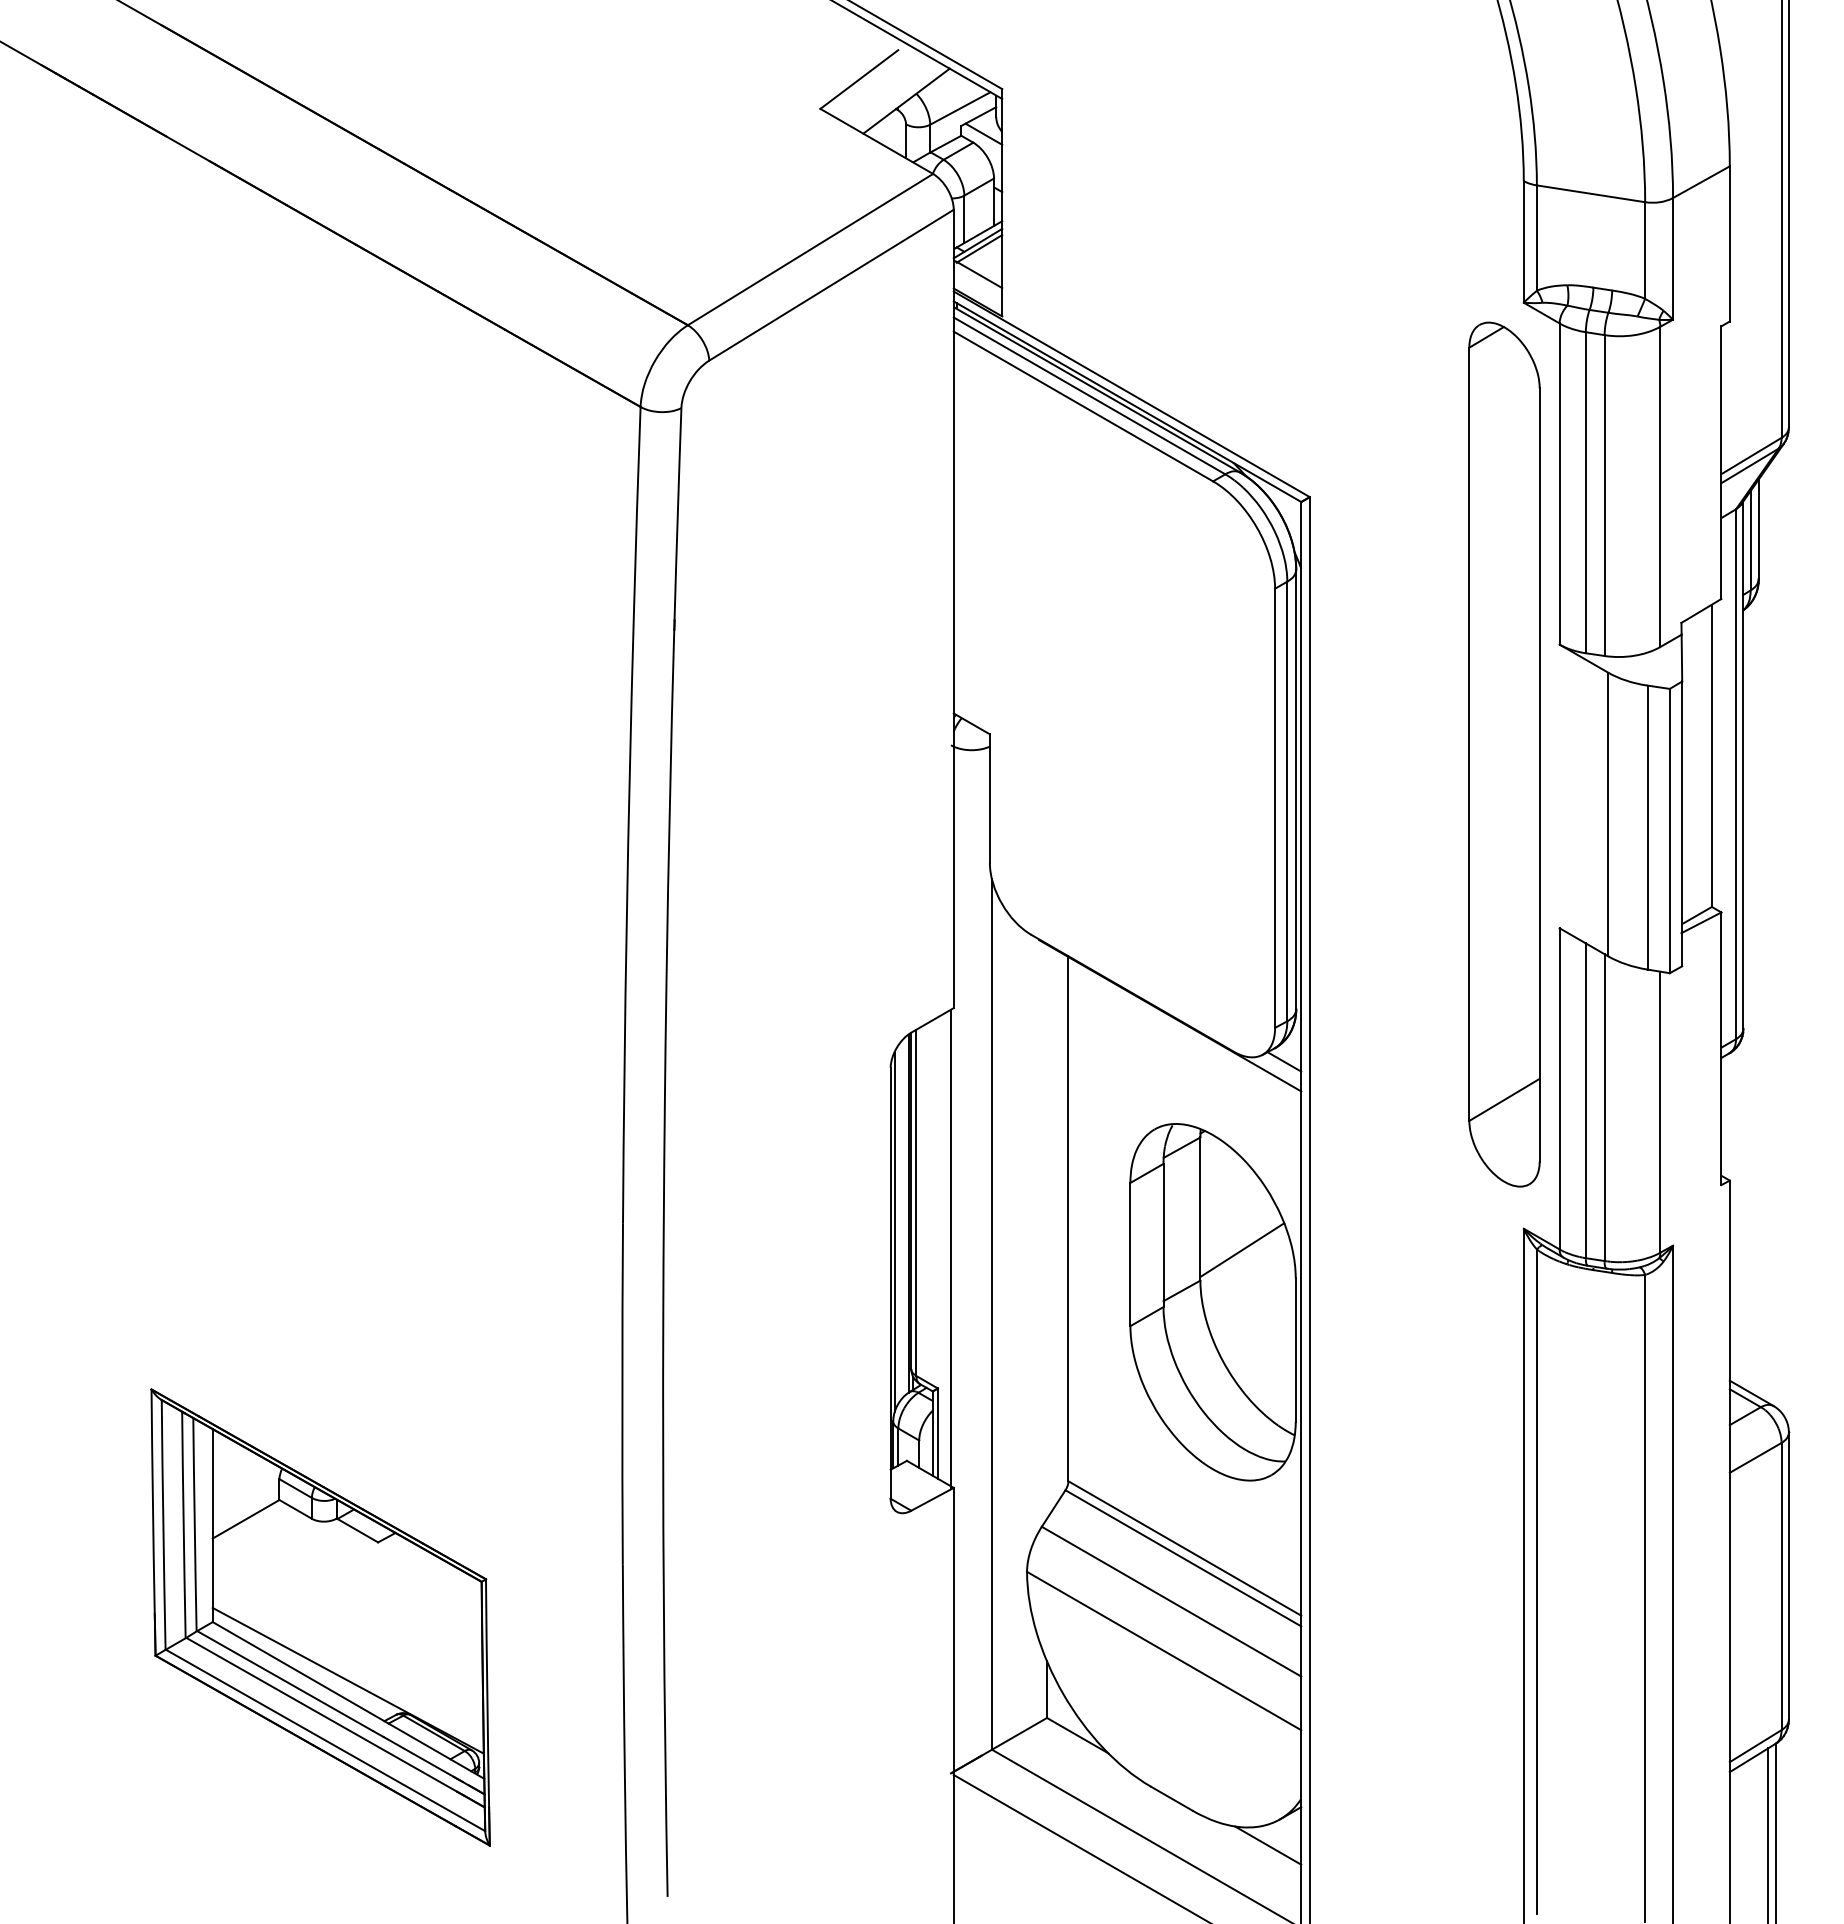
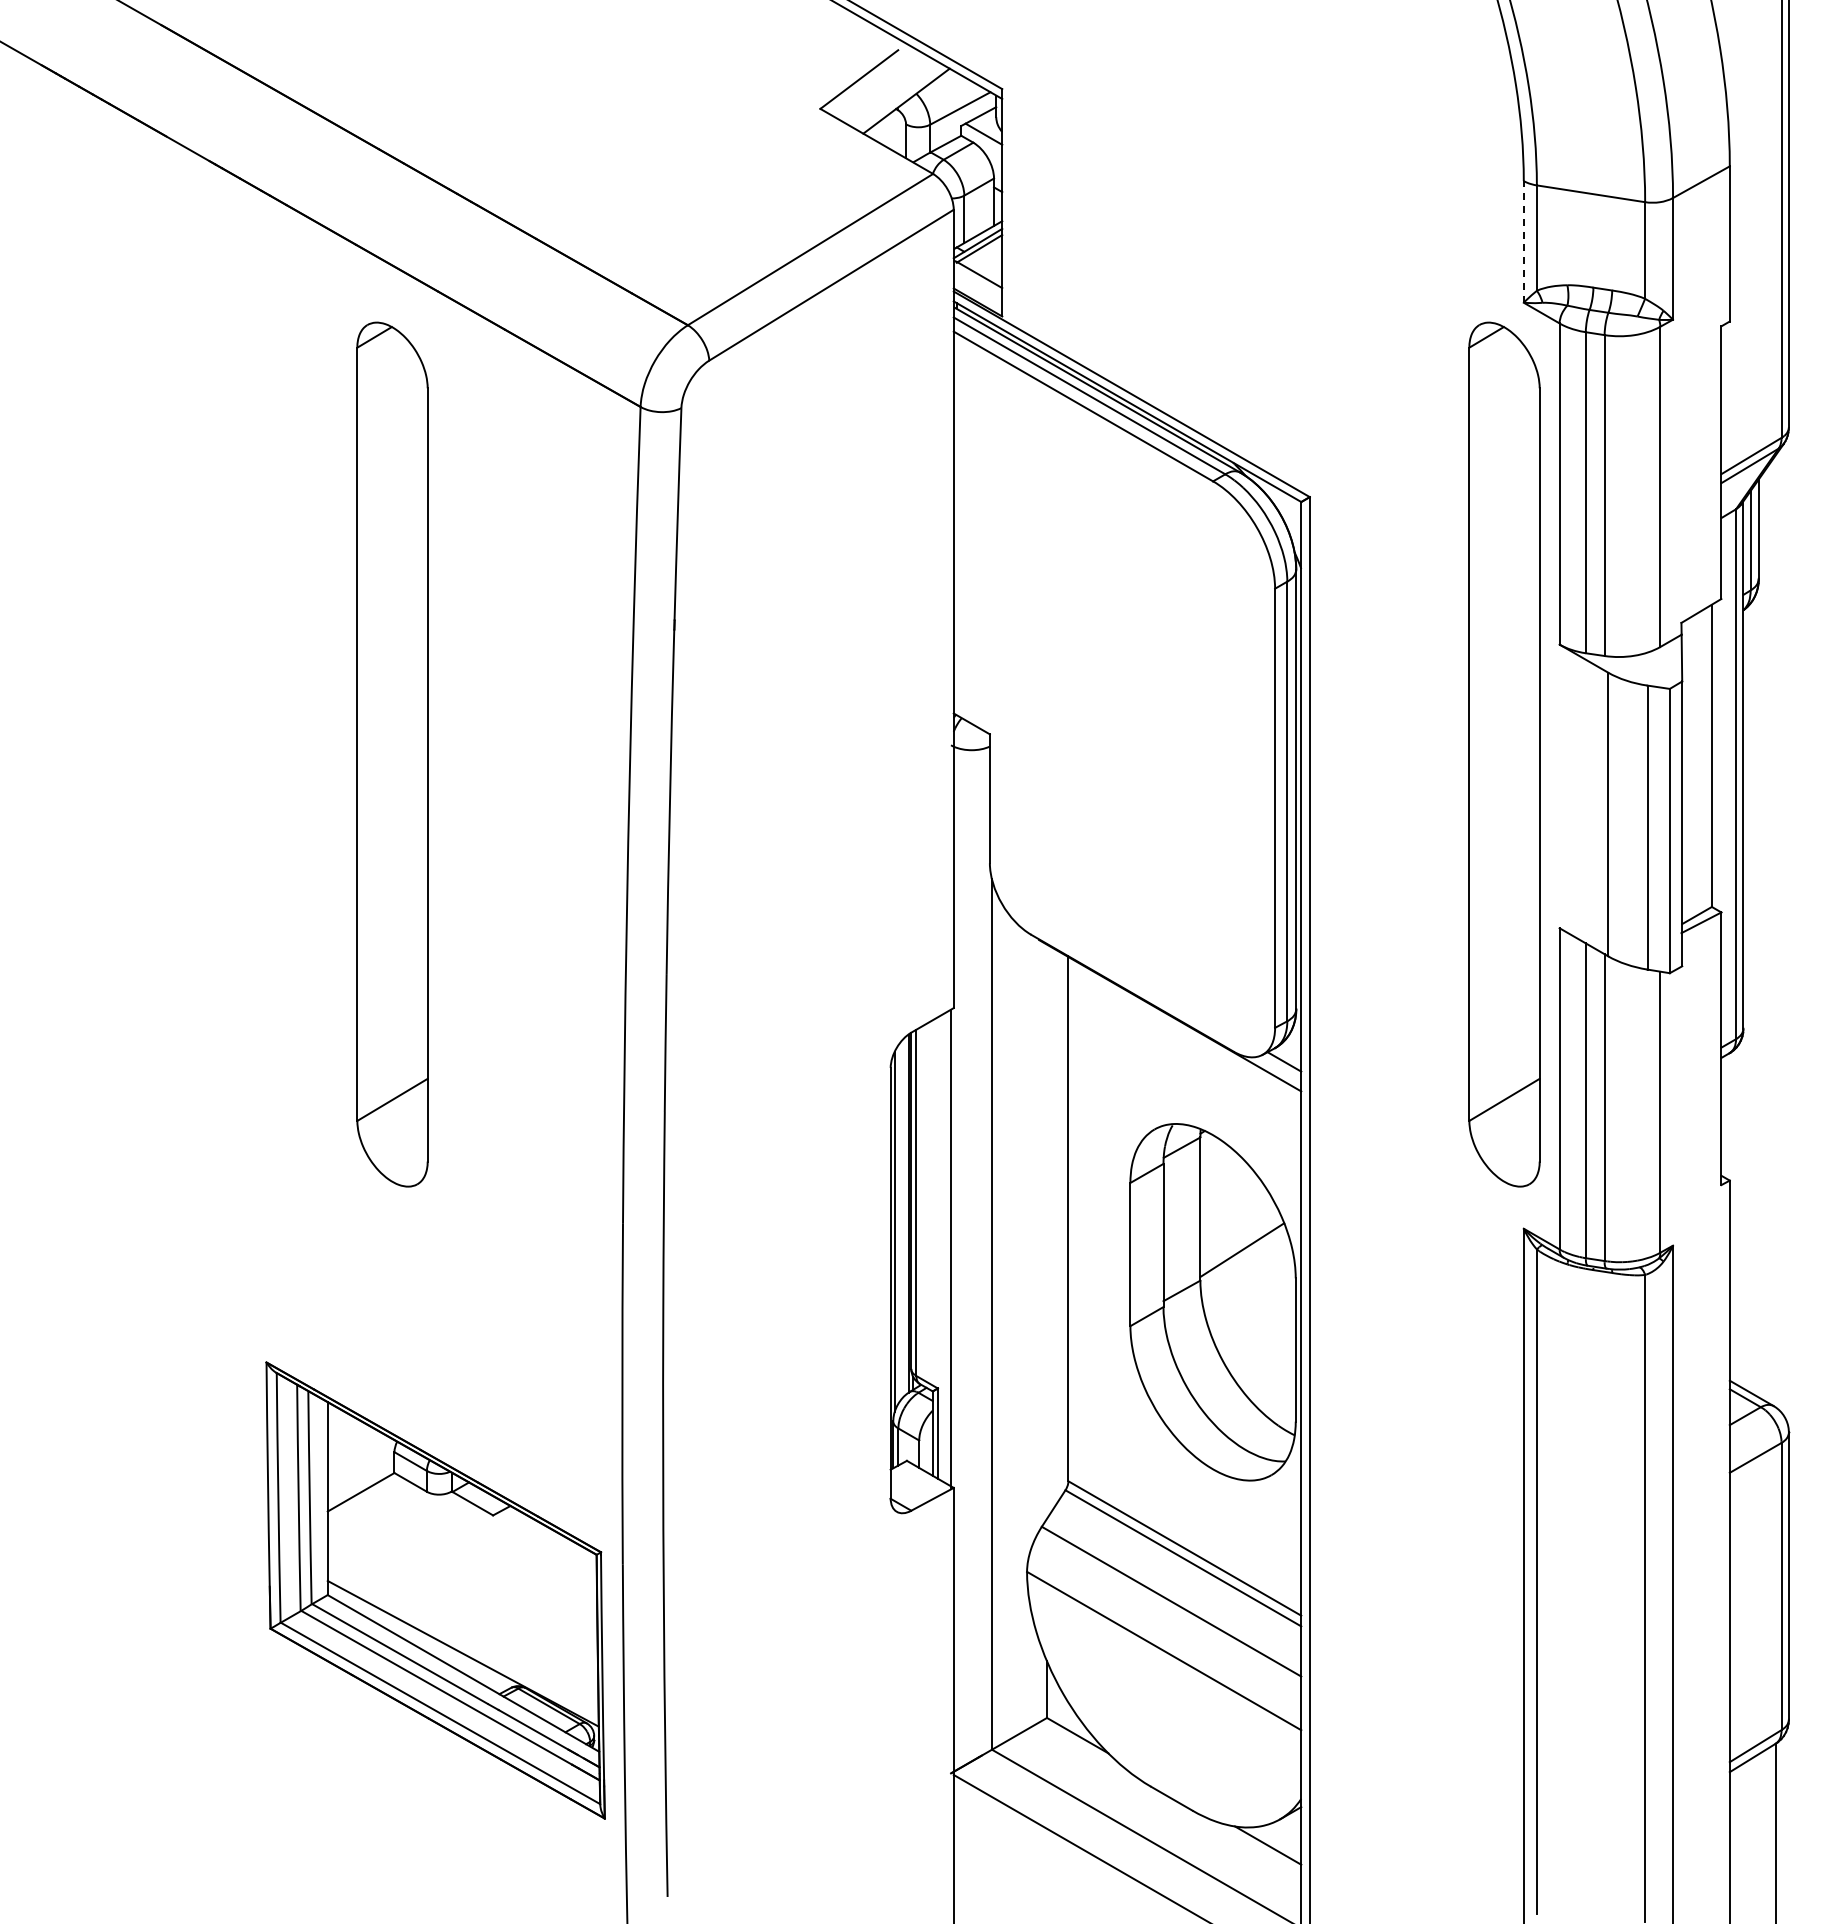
line at (1523, 241): solid -> dashed
part at (392, 754): none -> present
part at (320, 1617) position: (320, 1617) -> (435, 1590)
line at (1768, 1834): present -> none
